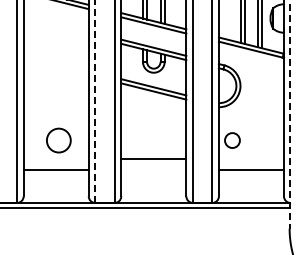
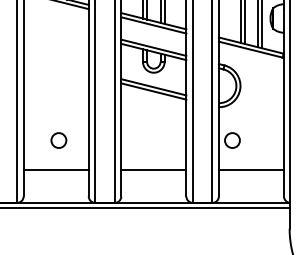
line at (95, 101): dashed -> solid
line at (289, 114): dashed -> solid
circle at (58, 140) size: 26x27 px -> 18x17 px
line at (153, 159) position: (153, 159) -> (153, 170)
